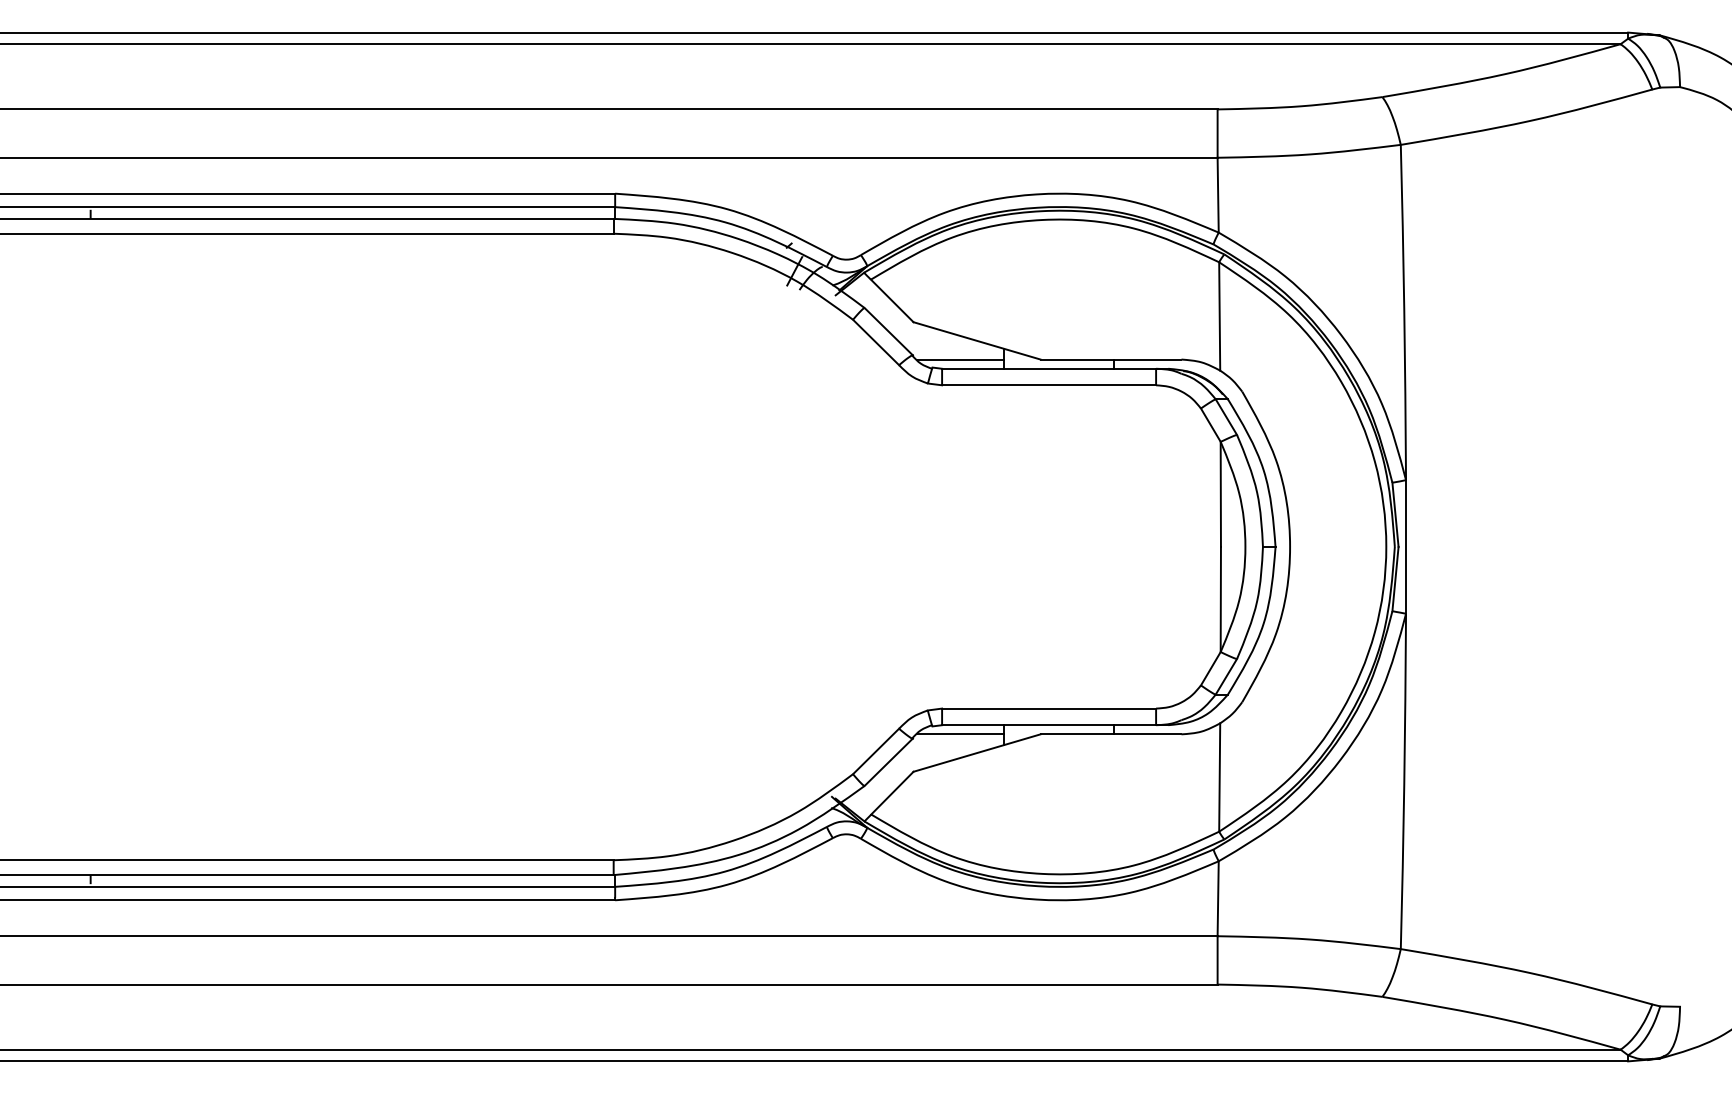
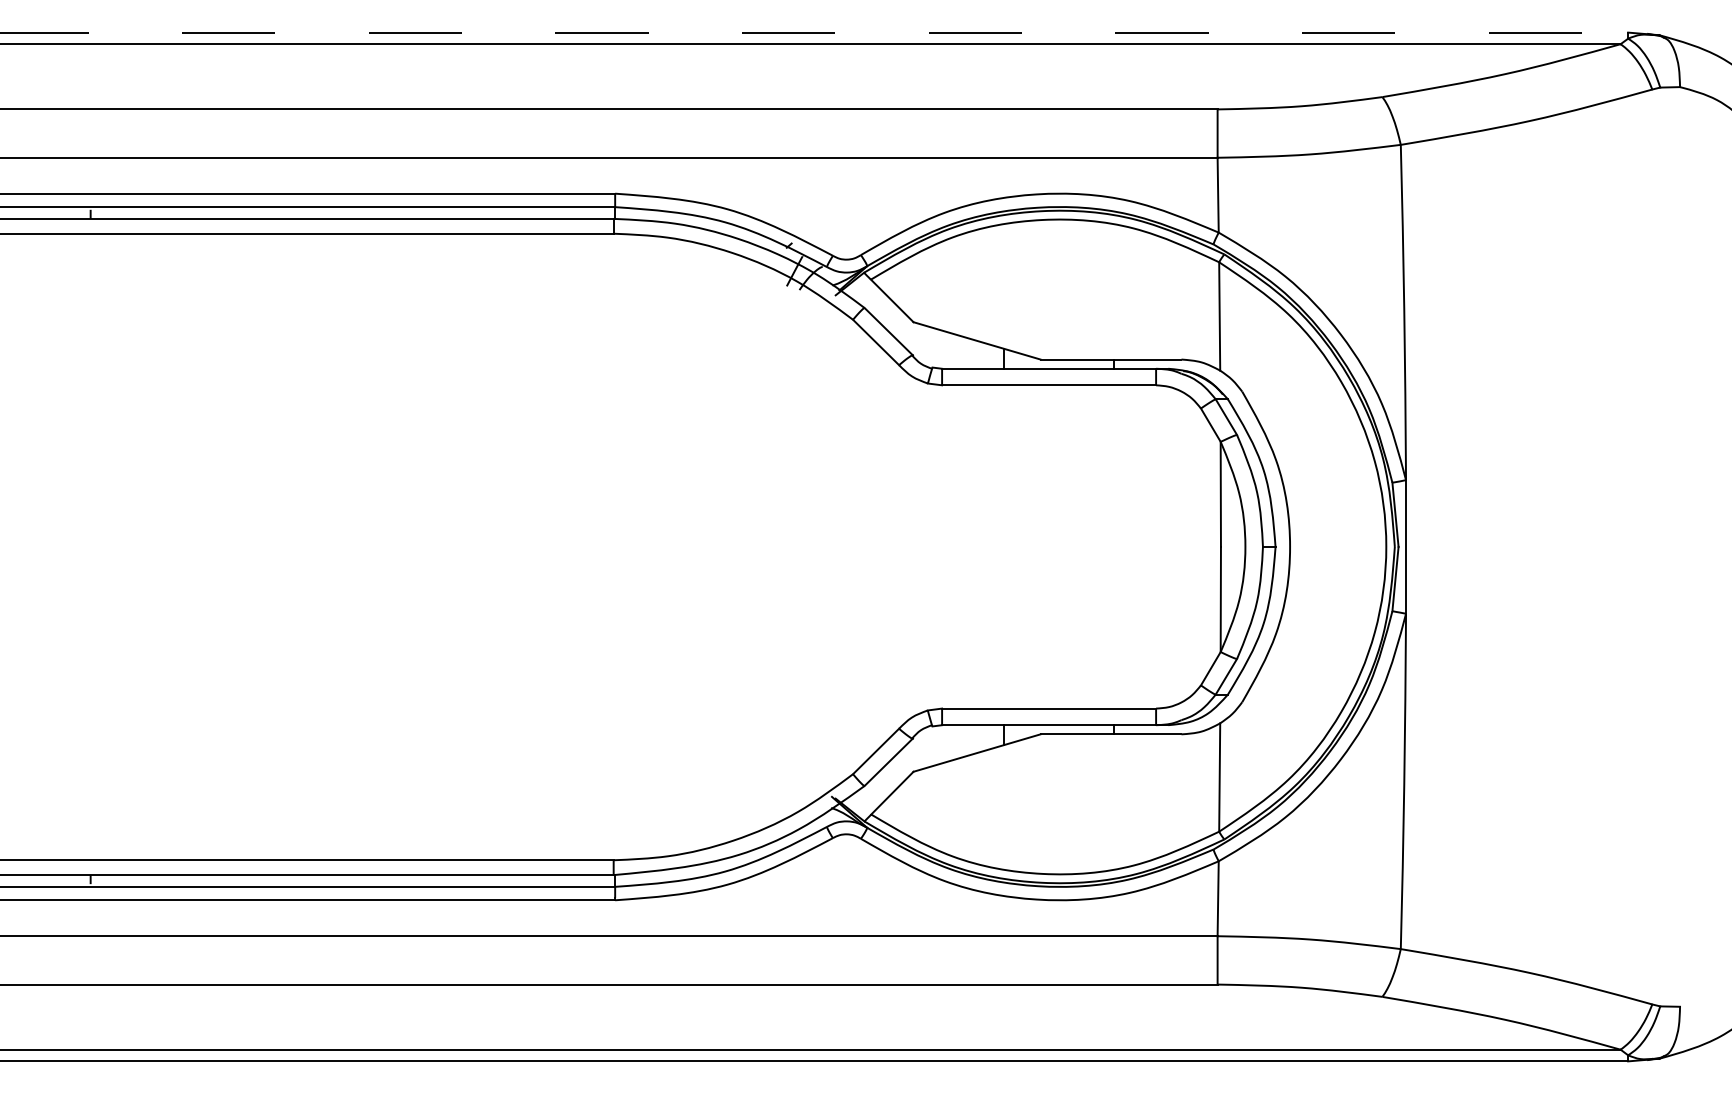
line at (814, 32): solid -> dashed
line at (959, 359): present -> none
line at (959, 734): present -> none
